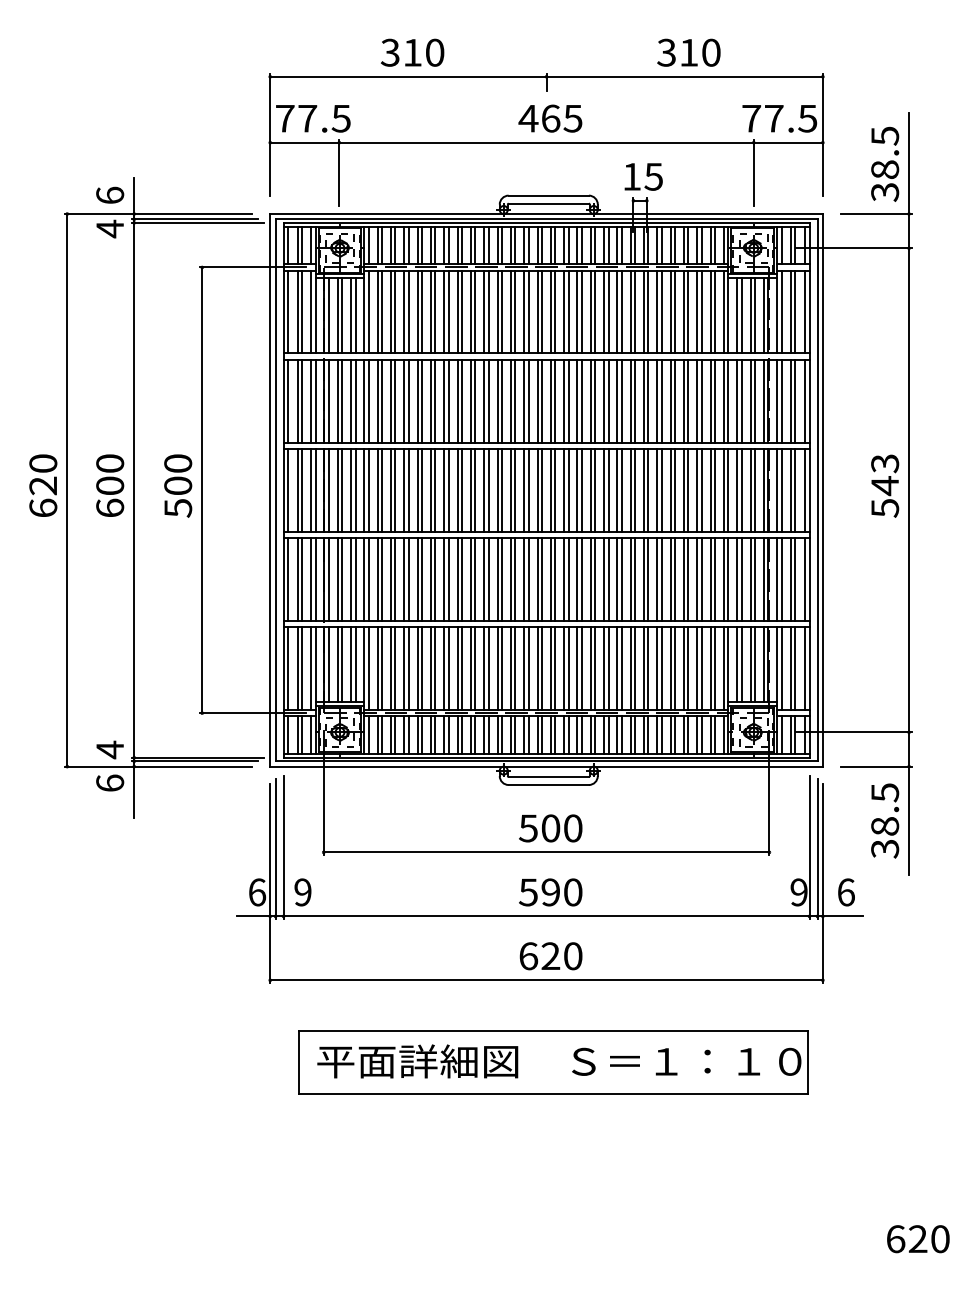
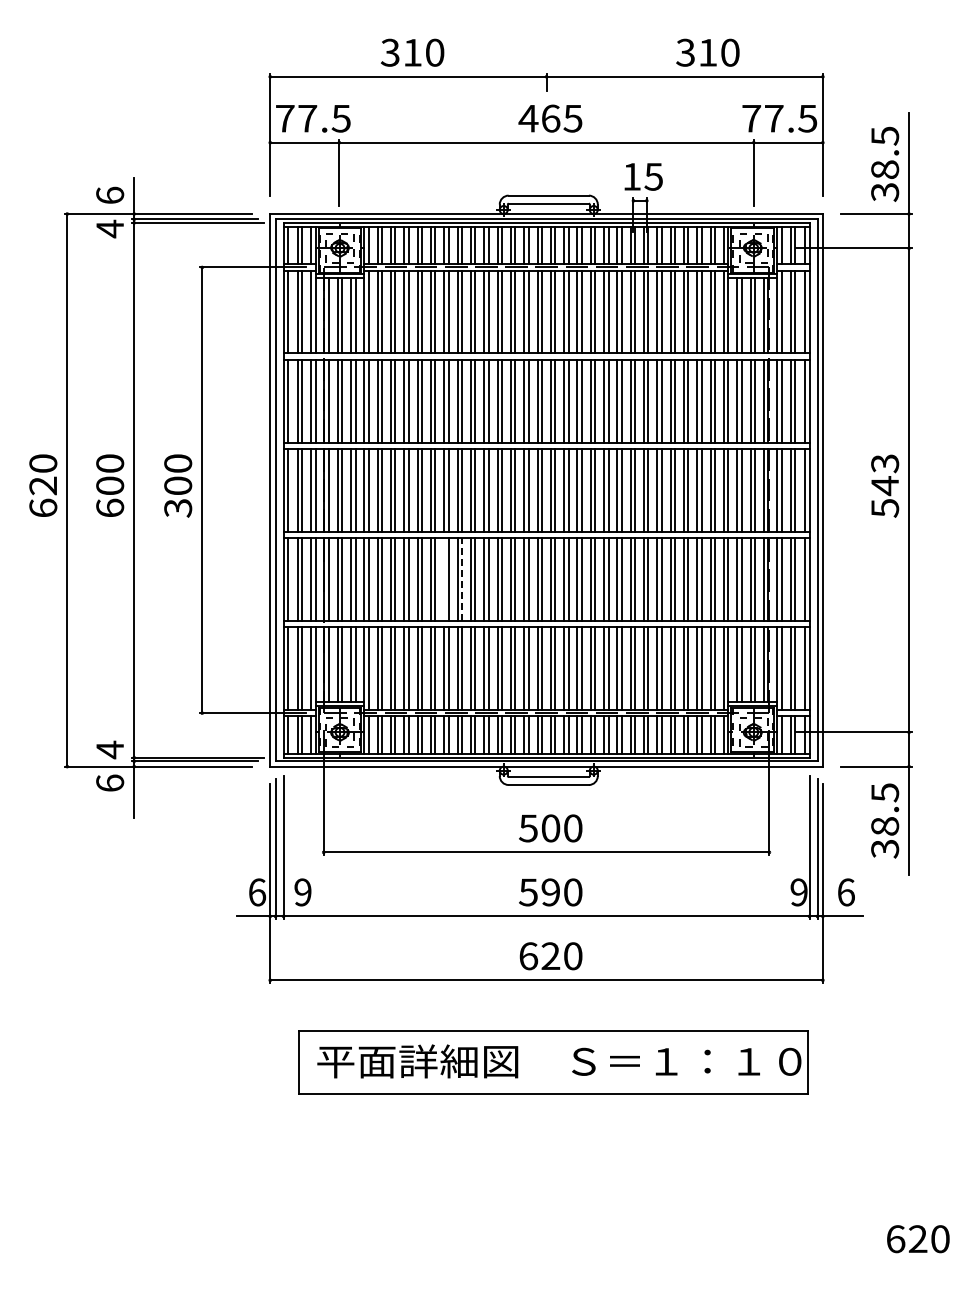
text at (688, 52) position: (688, 52) -> (707, 52)
text at (177, 508): 500 -> 300
line at (462, 578): solid -> dashed
line at (444, 579): present -> none
